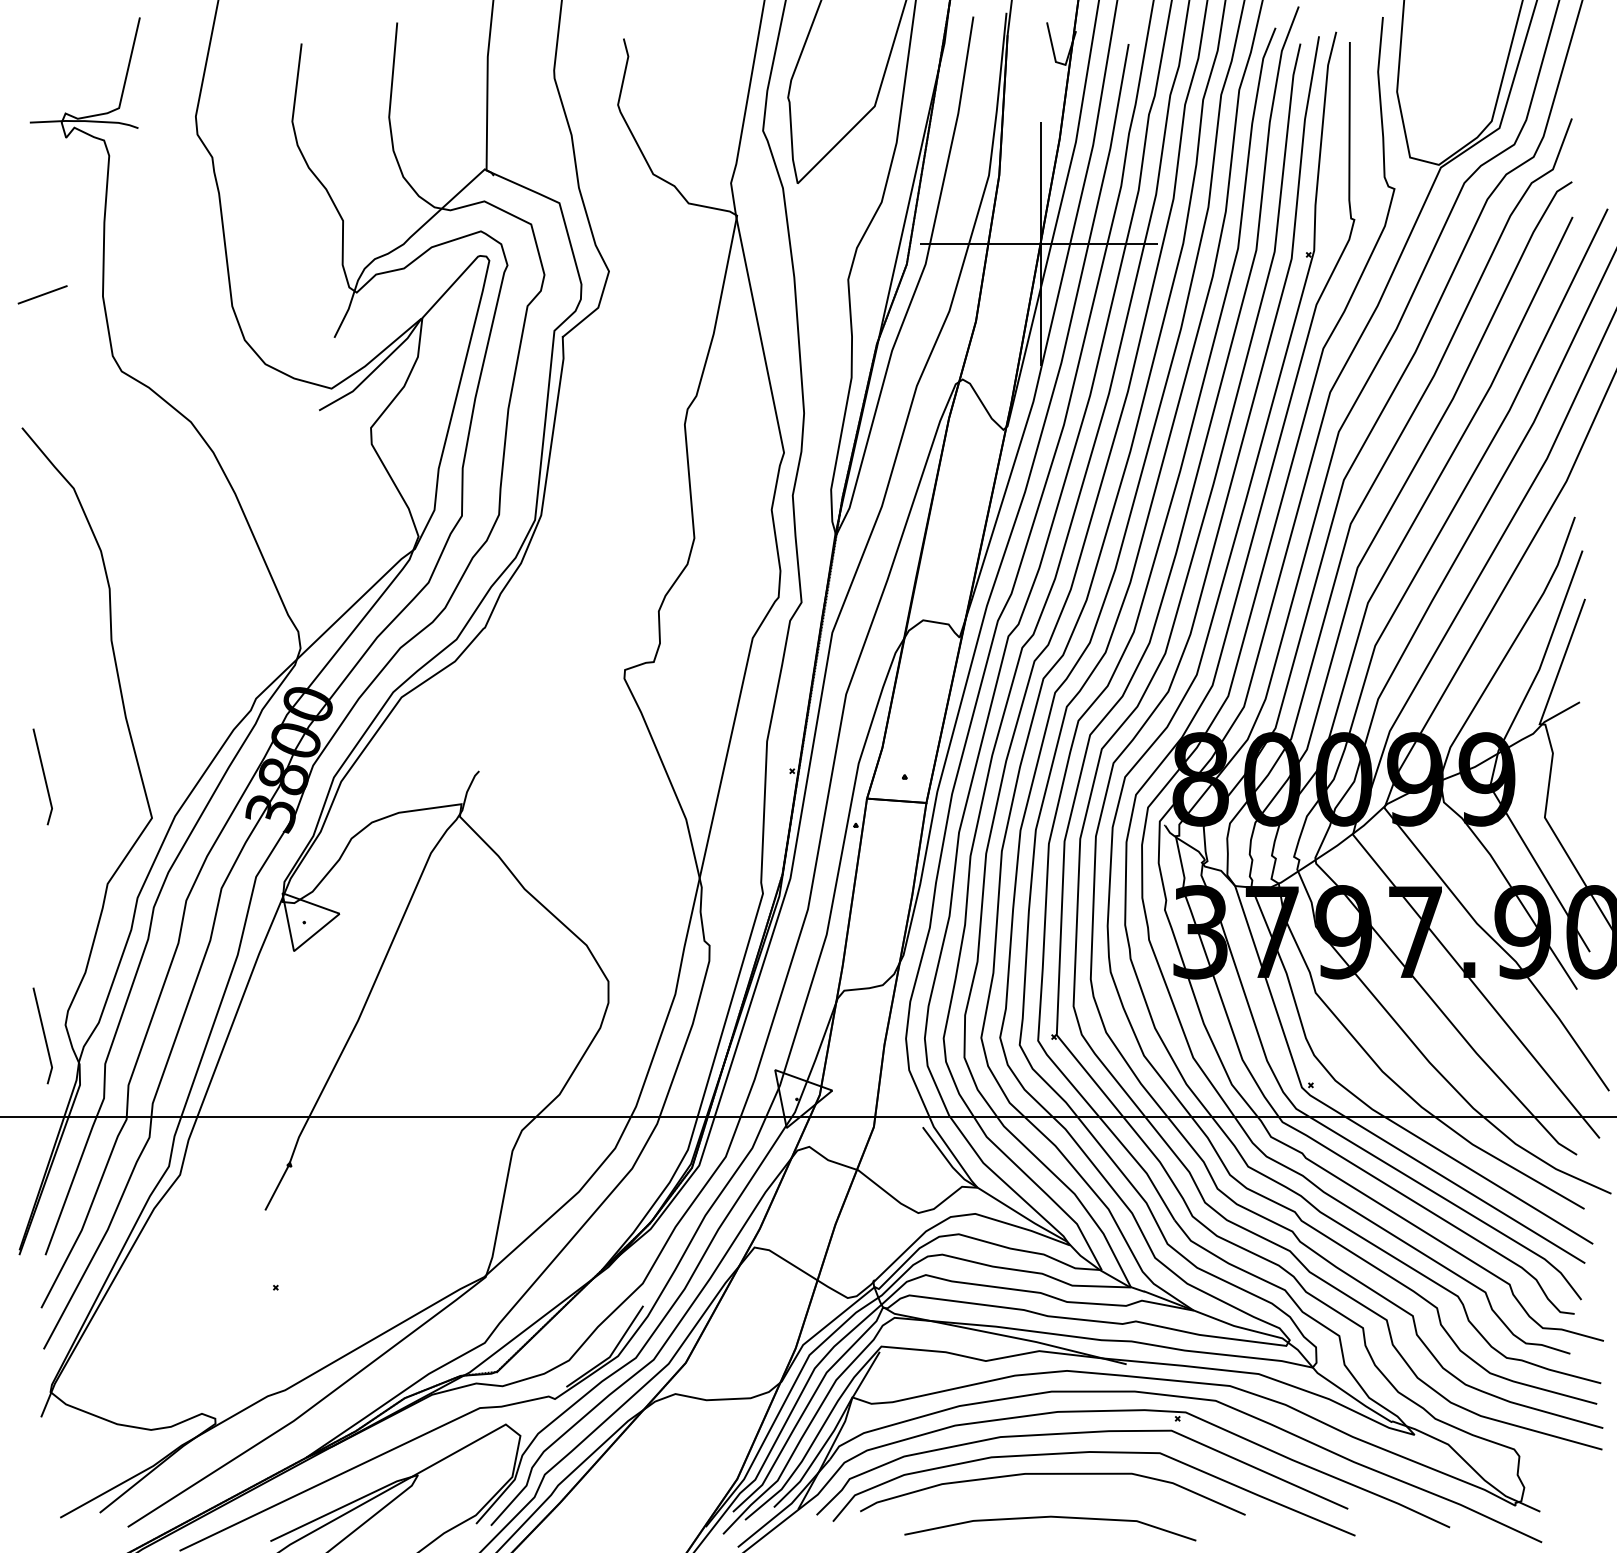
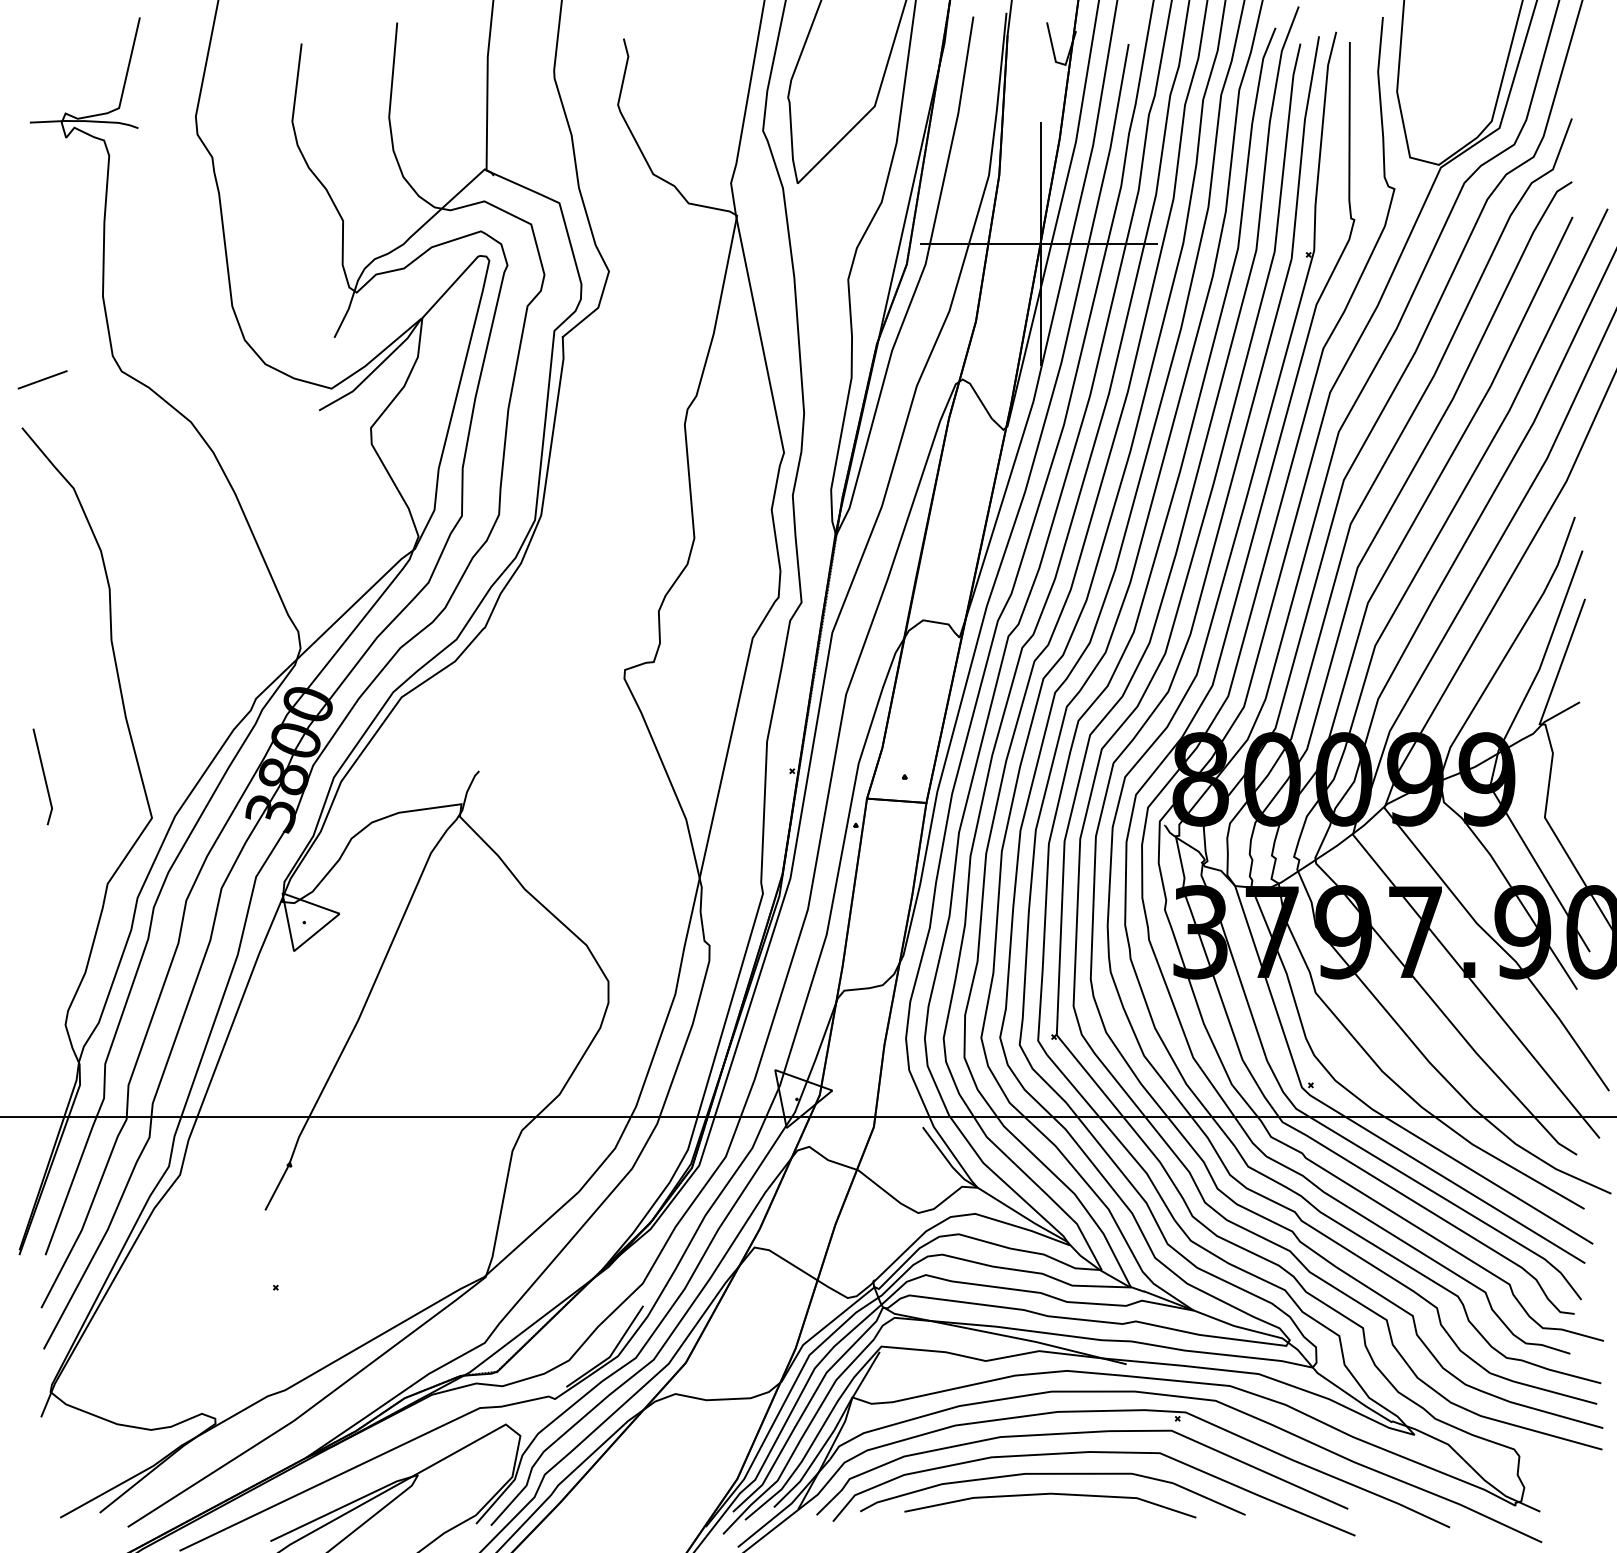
line at (42, 294) position: (42, 294) -> (42, 379)
line at (43, 1035): present -> none
line at (1050, 1517) position: (1050, 1517) -> (1050, 1494)
